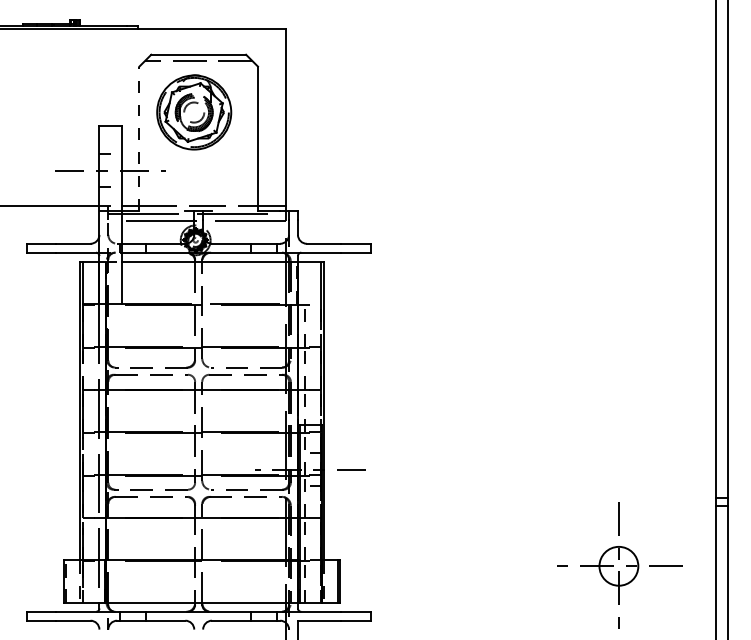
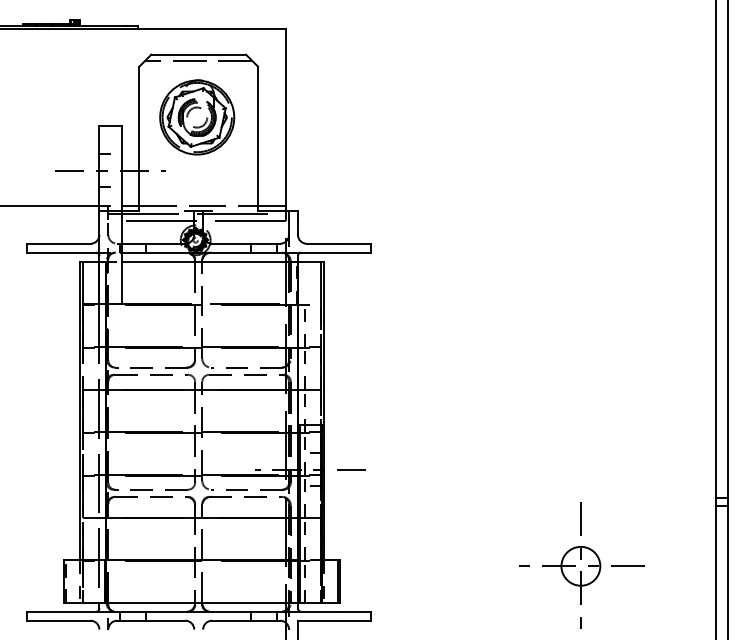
part at (194, 112) position: (194, 112) -> (197, 117)
line at (139, 138): dashed -> solid
part at (619, 565) position: (619, 565) -> (581, 565)
